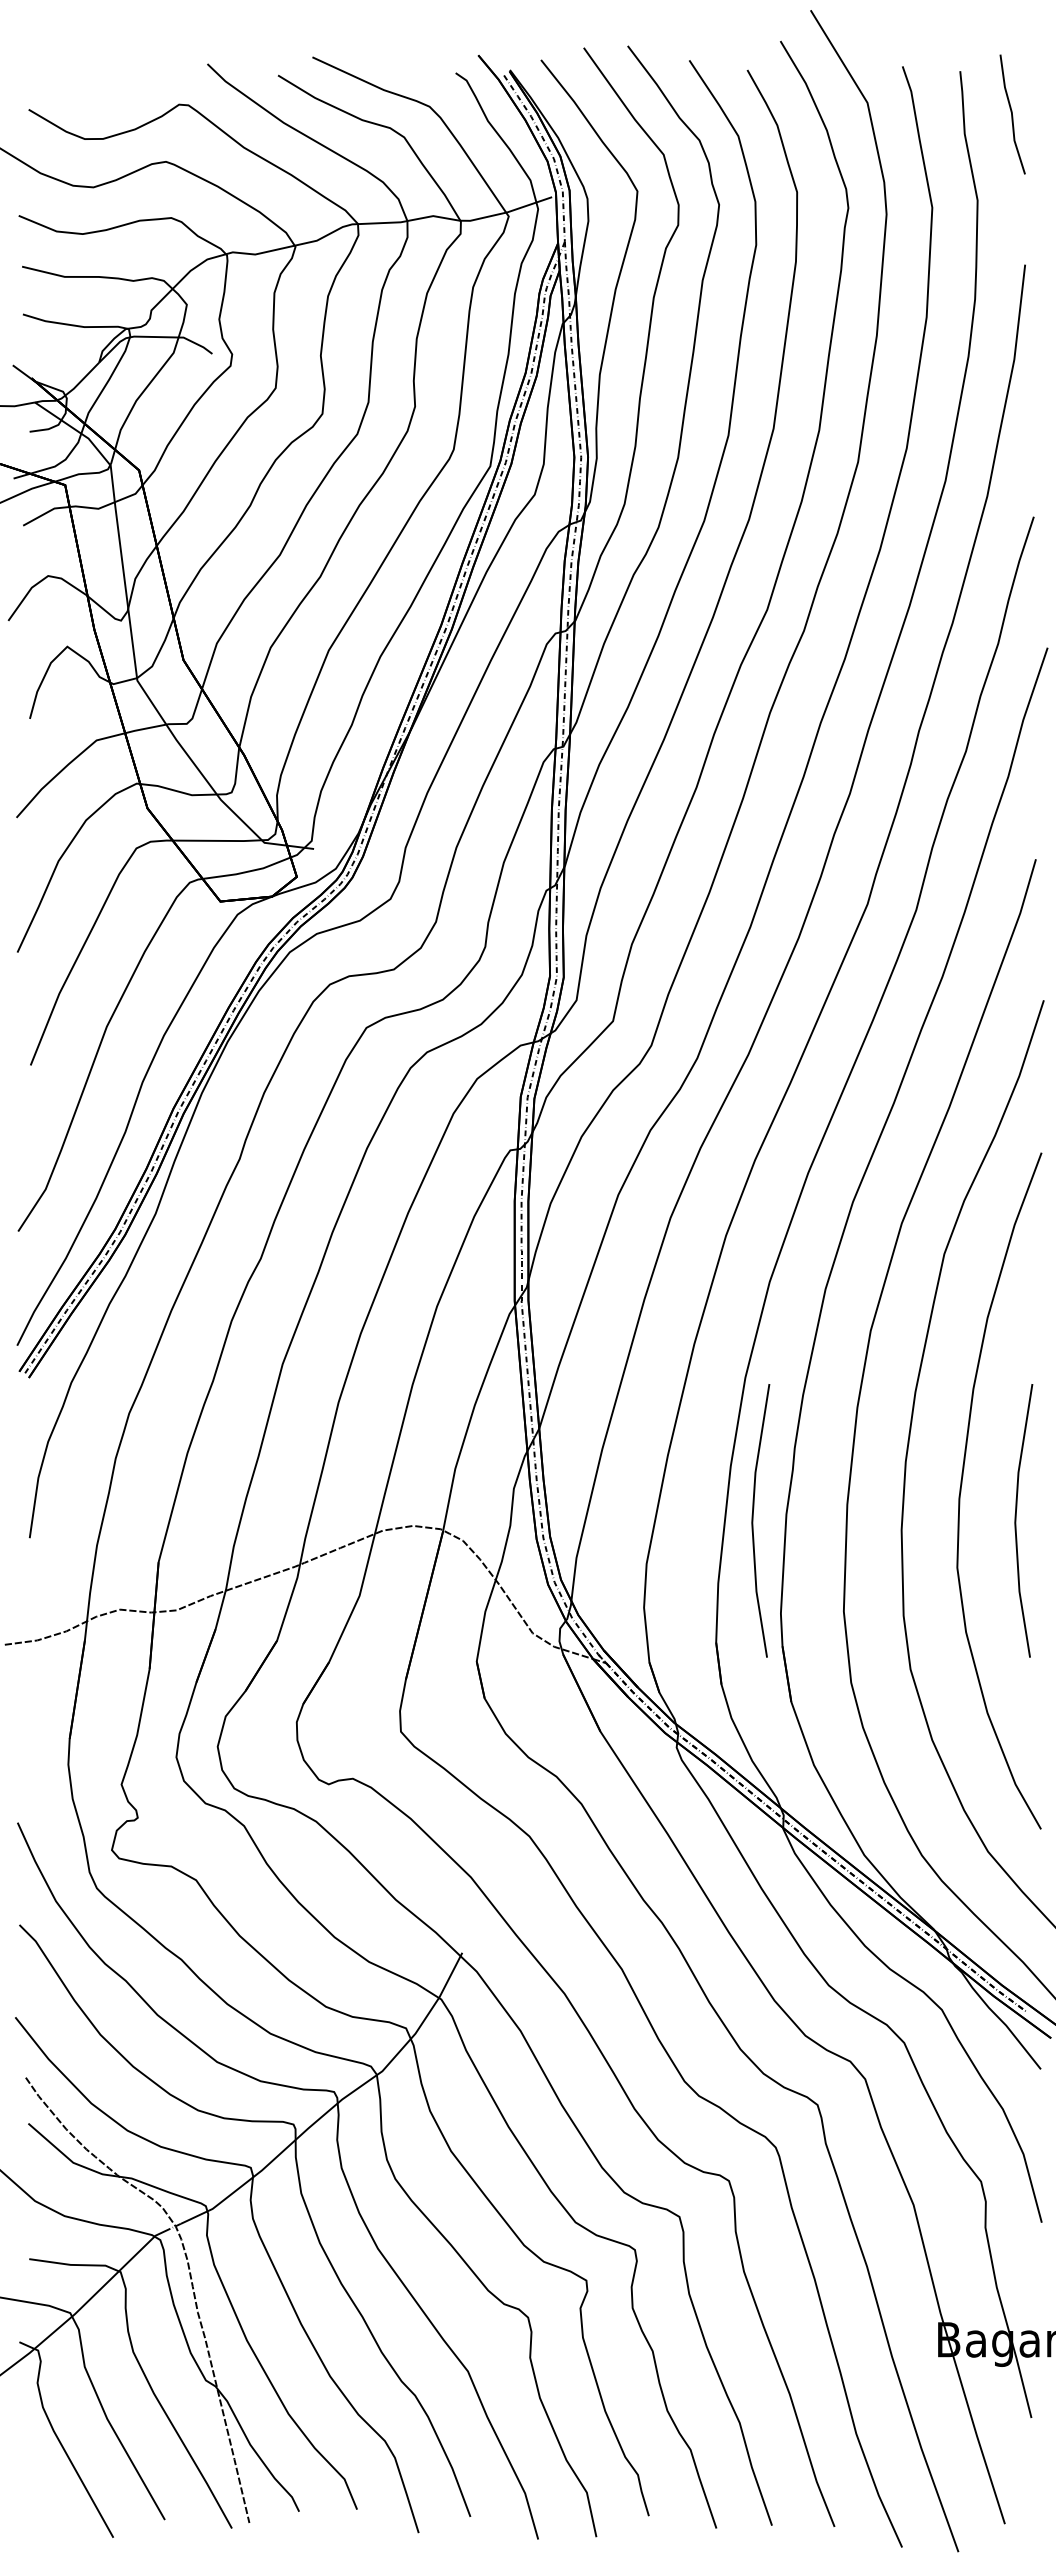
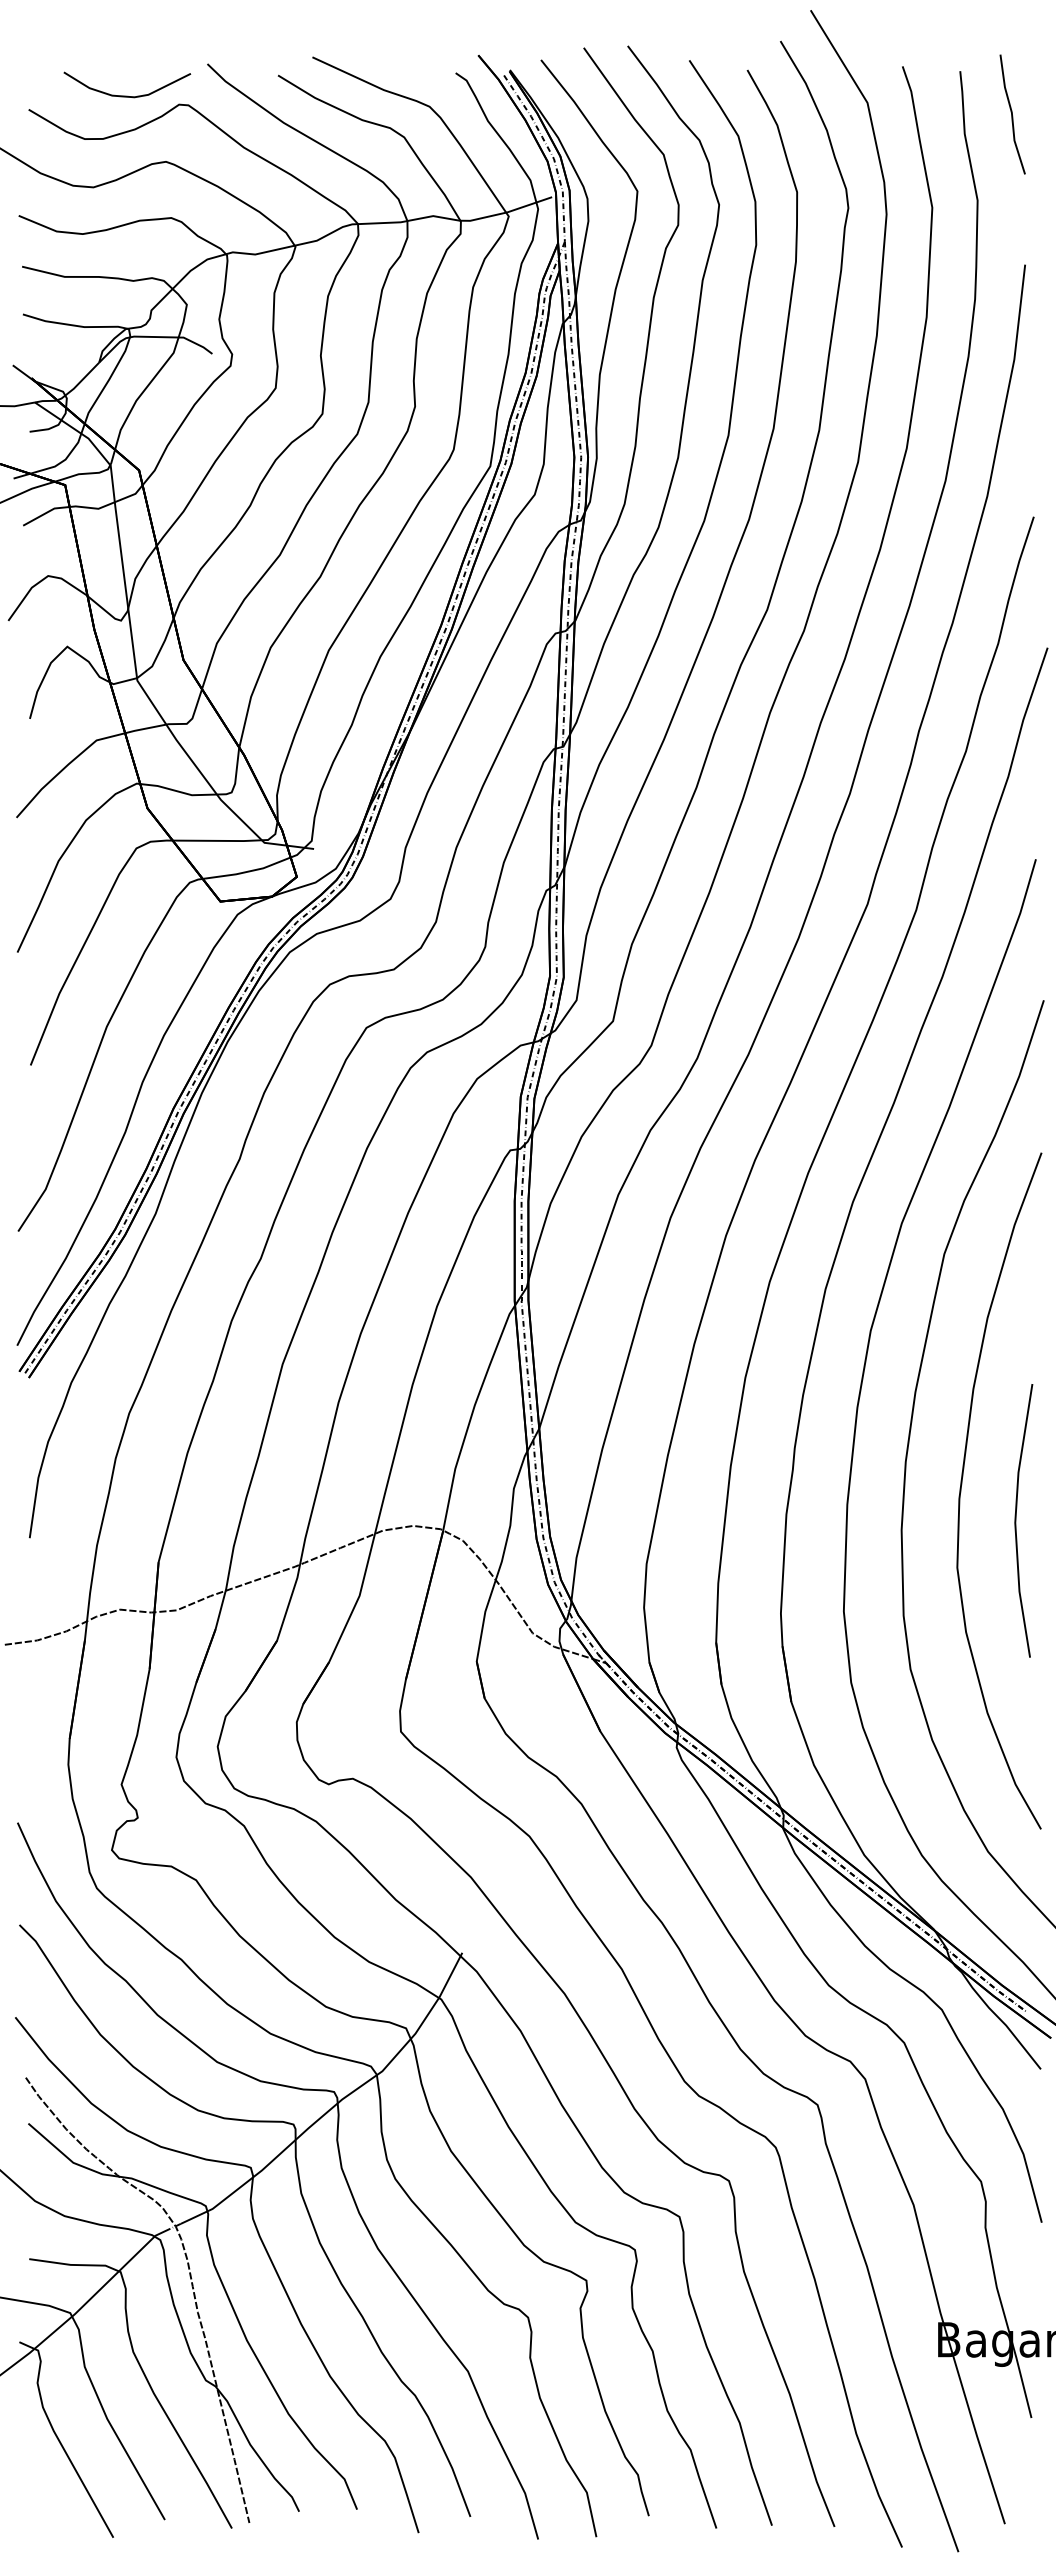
curve at (127, 95): none -> present
line at (753, 1520): present -> none
